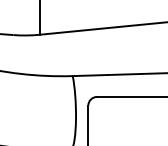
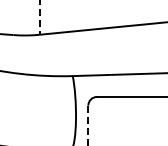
line at (39, 17): solid -> dashed
line at (88, 126): solid -> dashed
